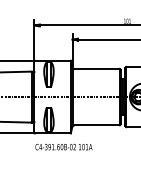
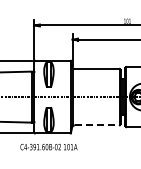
line at (97, 125): solid -> dashed
text at (63, 147) position: (63, 147) -> (48, 147)
